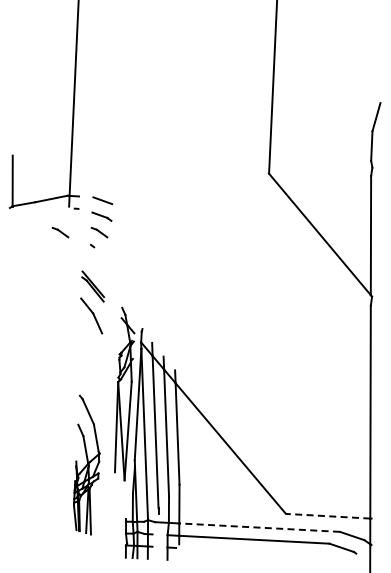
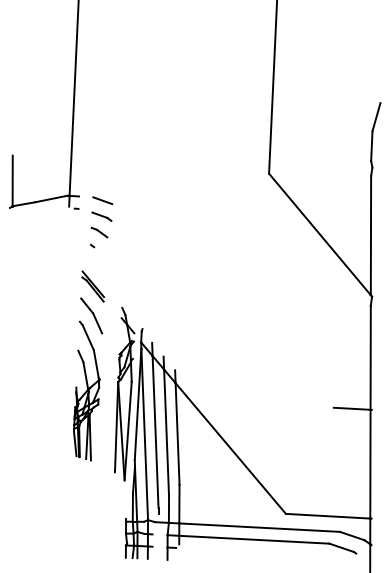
part at (60, 232): present -> none
line at (352, 408): none -> present
part at (86, 464) position: (86, 464) -> (86, 390)
line at (327, 516): dashed -> solid
line at (259, 527): dashed -> solid
